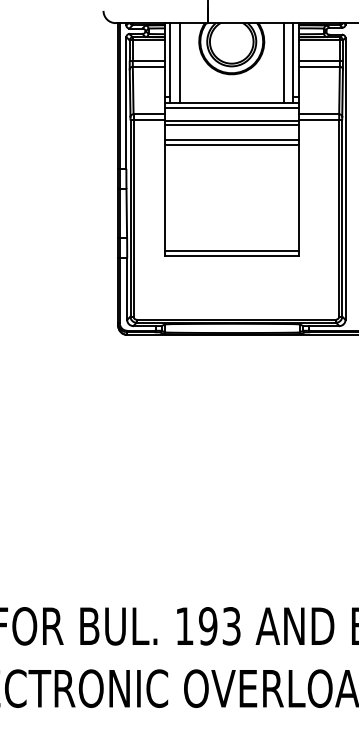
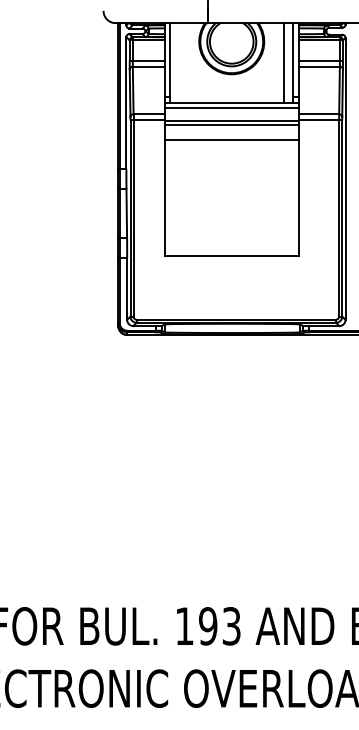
line at (179, 63): present -> none
line at (231, 144): present -> none
line at (231, 250): present -> none
